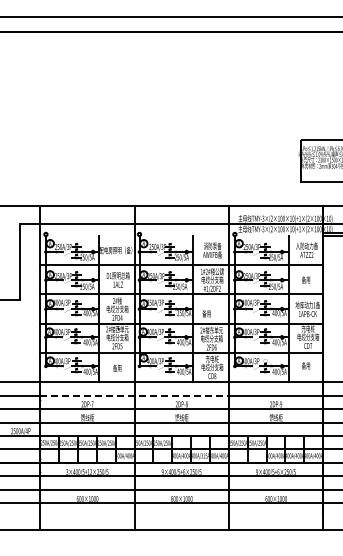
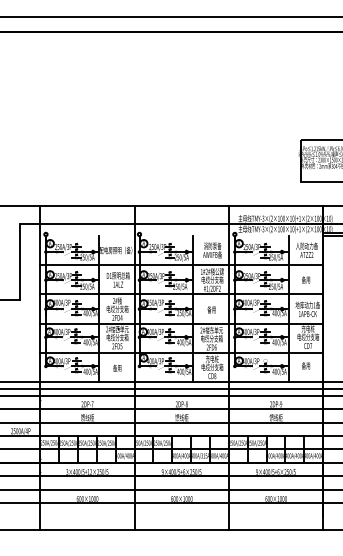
text at (206, 313) position: (206, 313) -> (211, 309)
line at (170, 388): none -> present
line at (135, 395): dashed -> solid
